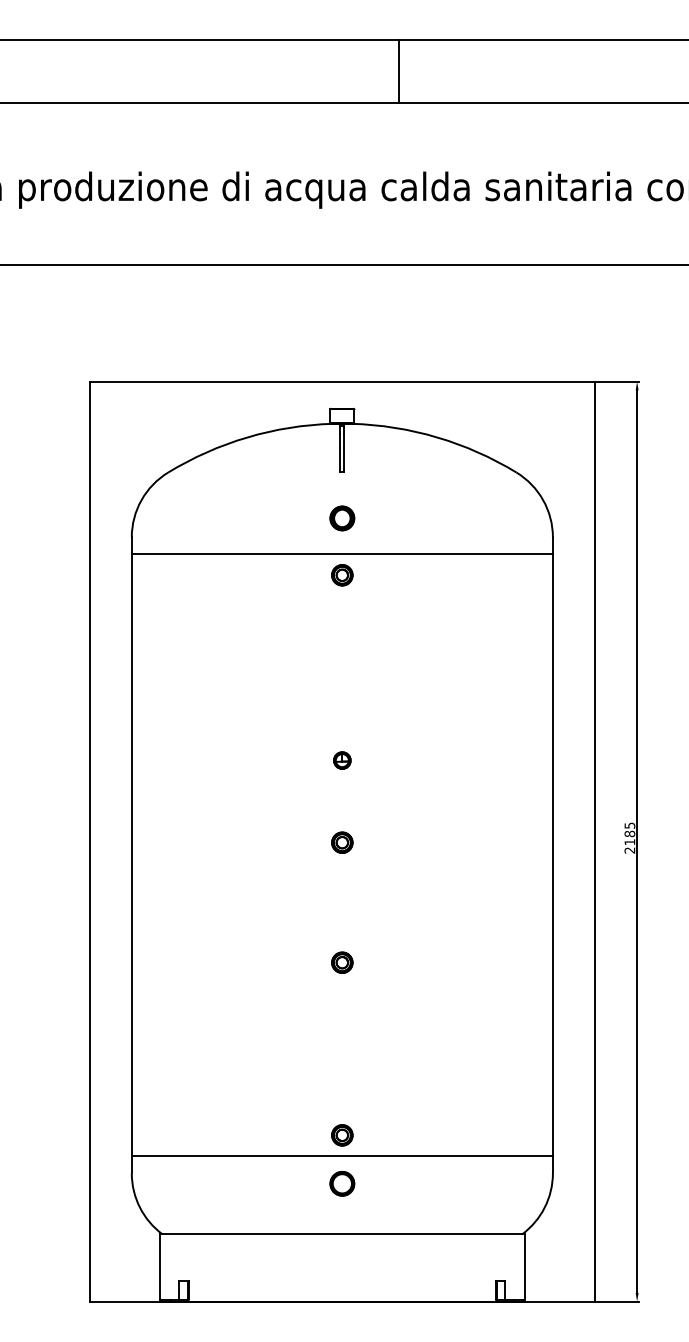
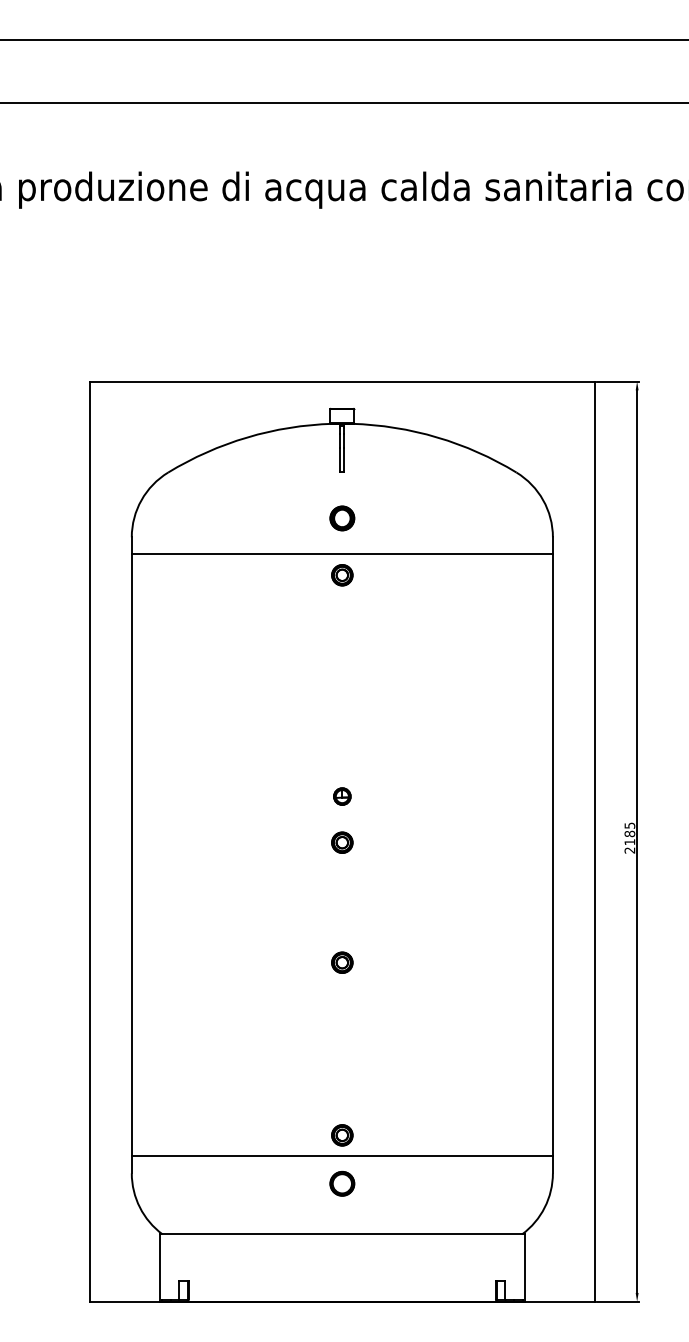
line at (398, 71): present -> none
line at (343, 264): present -> none
part at (342, 760) position: (342, 760) -> (342, 796)
